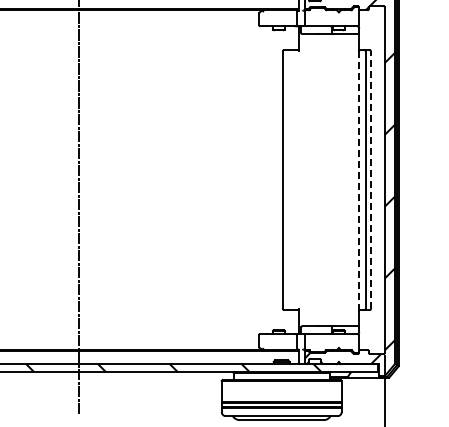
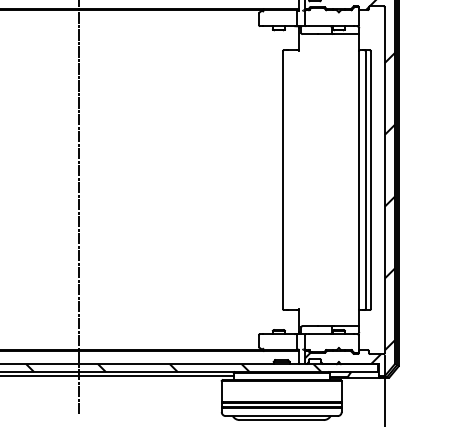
line at (358, 180): dashed -> solid
line at (370, 180): dashed -> solid
line at (117, 376): none -> present
